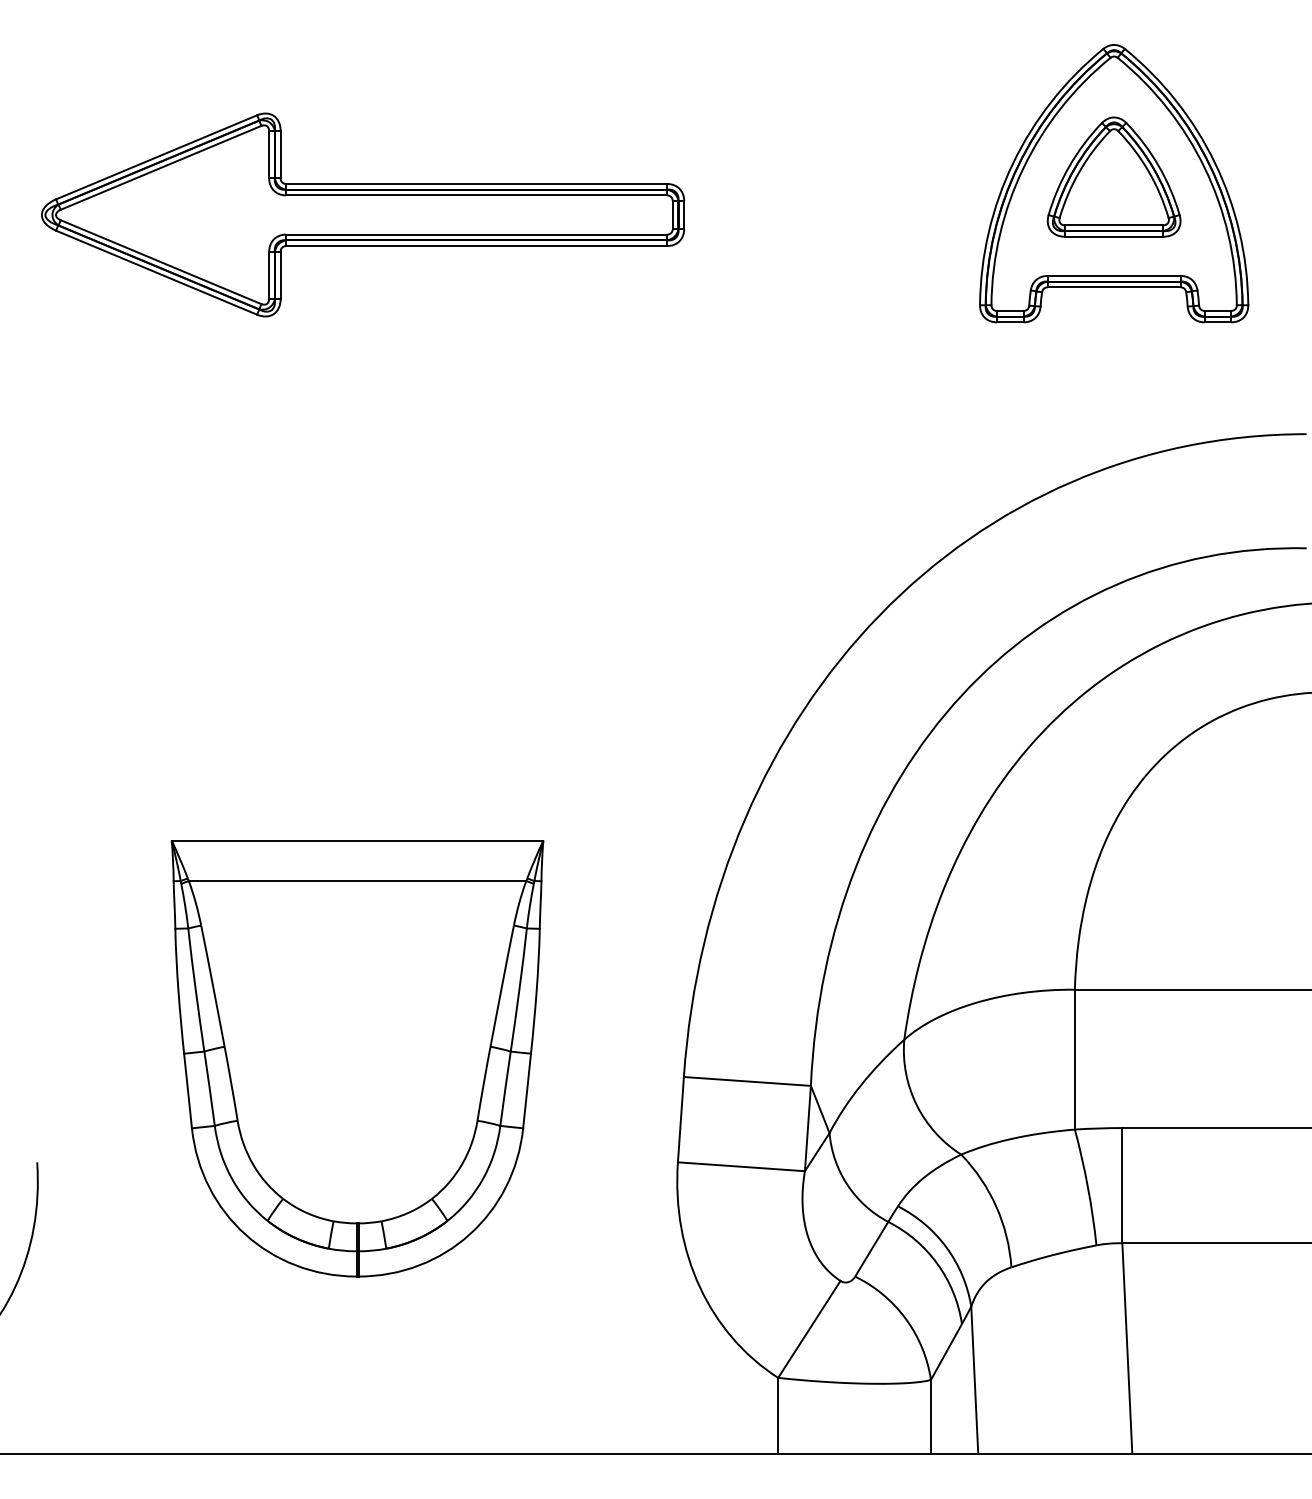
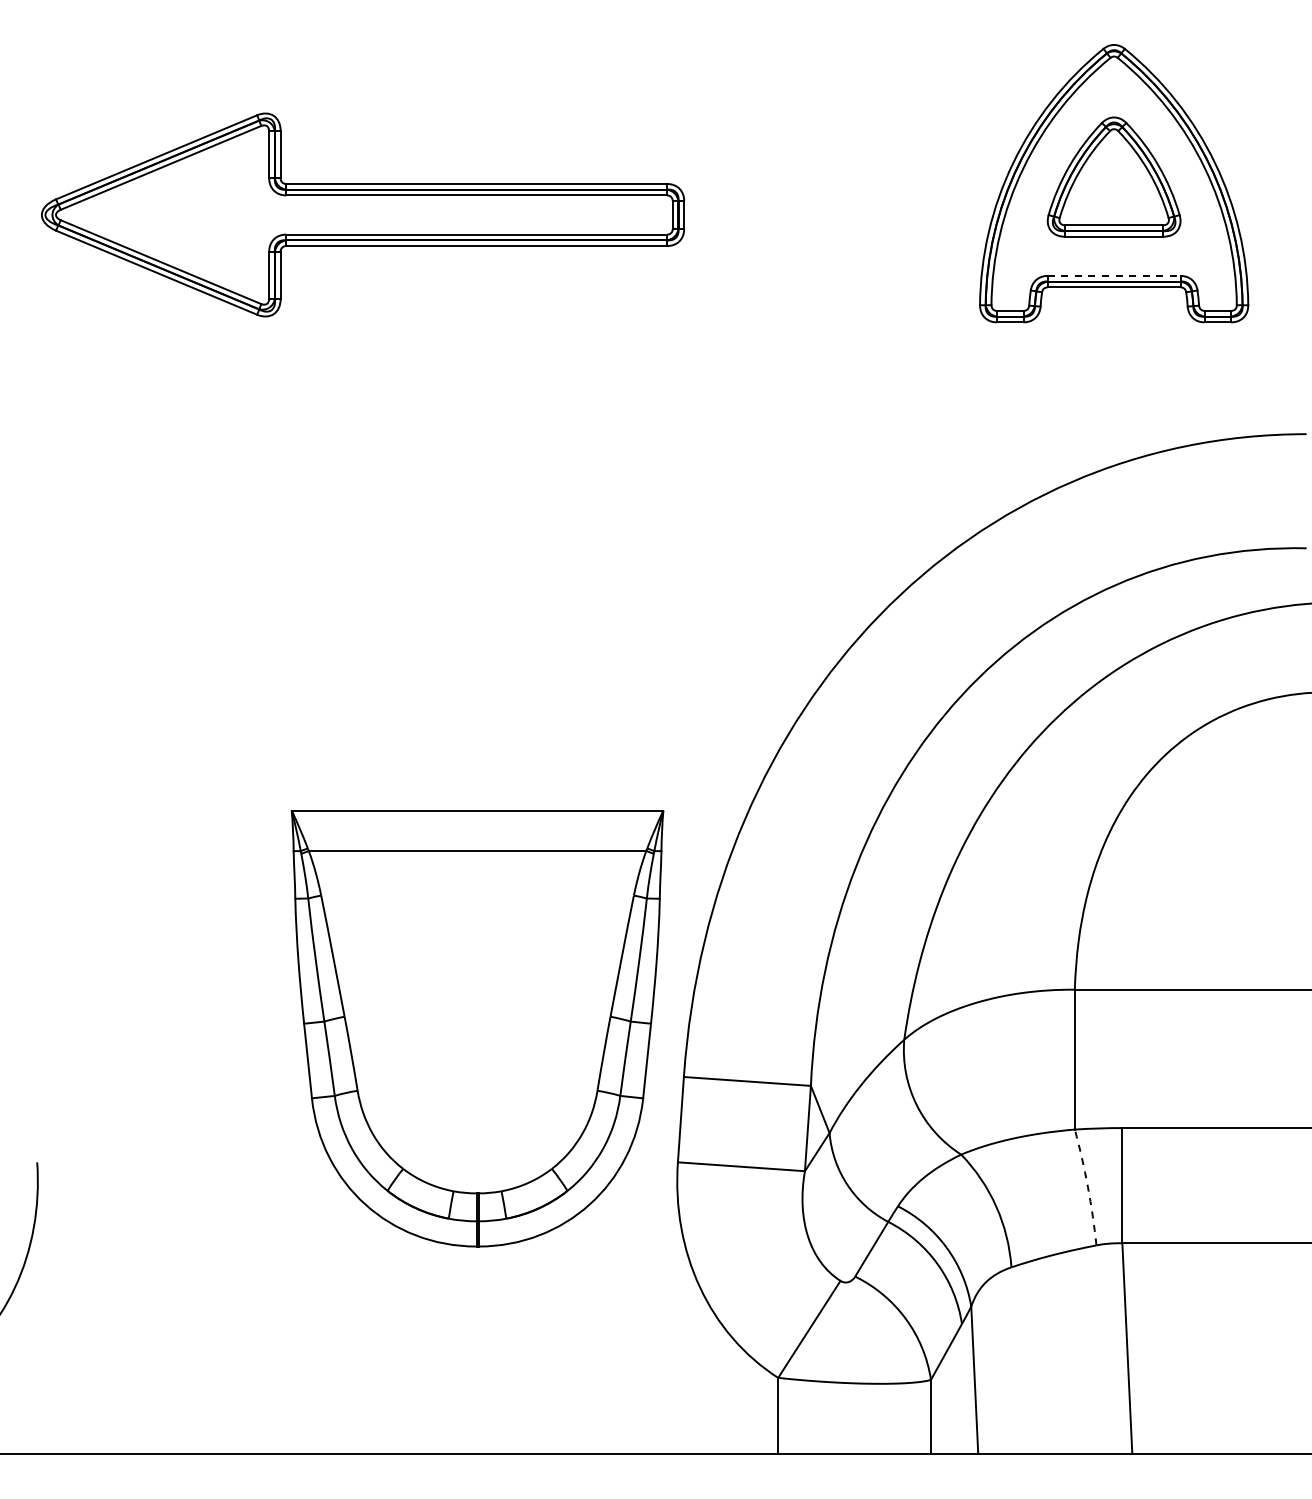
line at (1114, 275): solid -> dashed
part at (357, 1058) position: (357, 1058) -> (477, 1028)
arc at (1087, 1187): solid -> dashed
